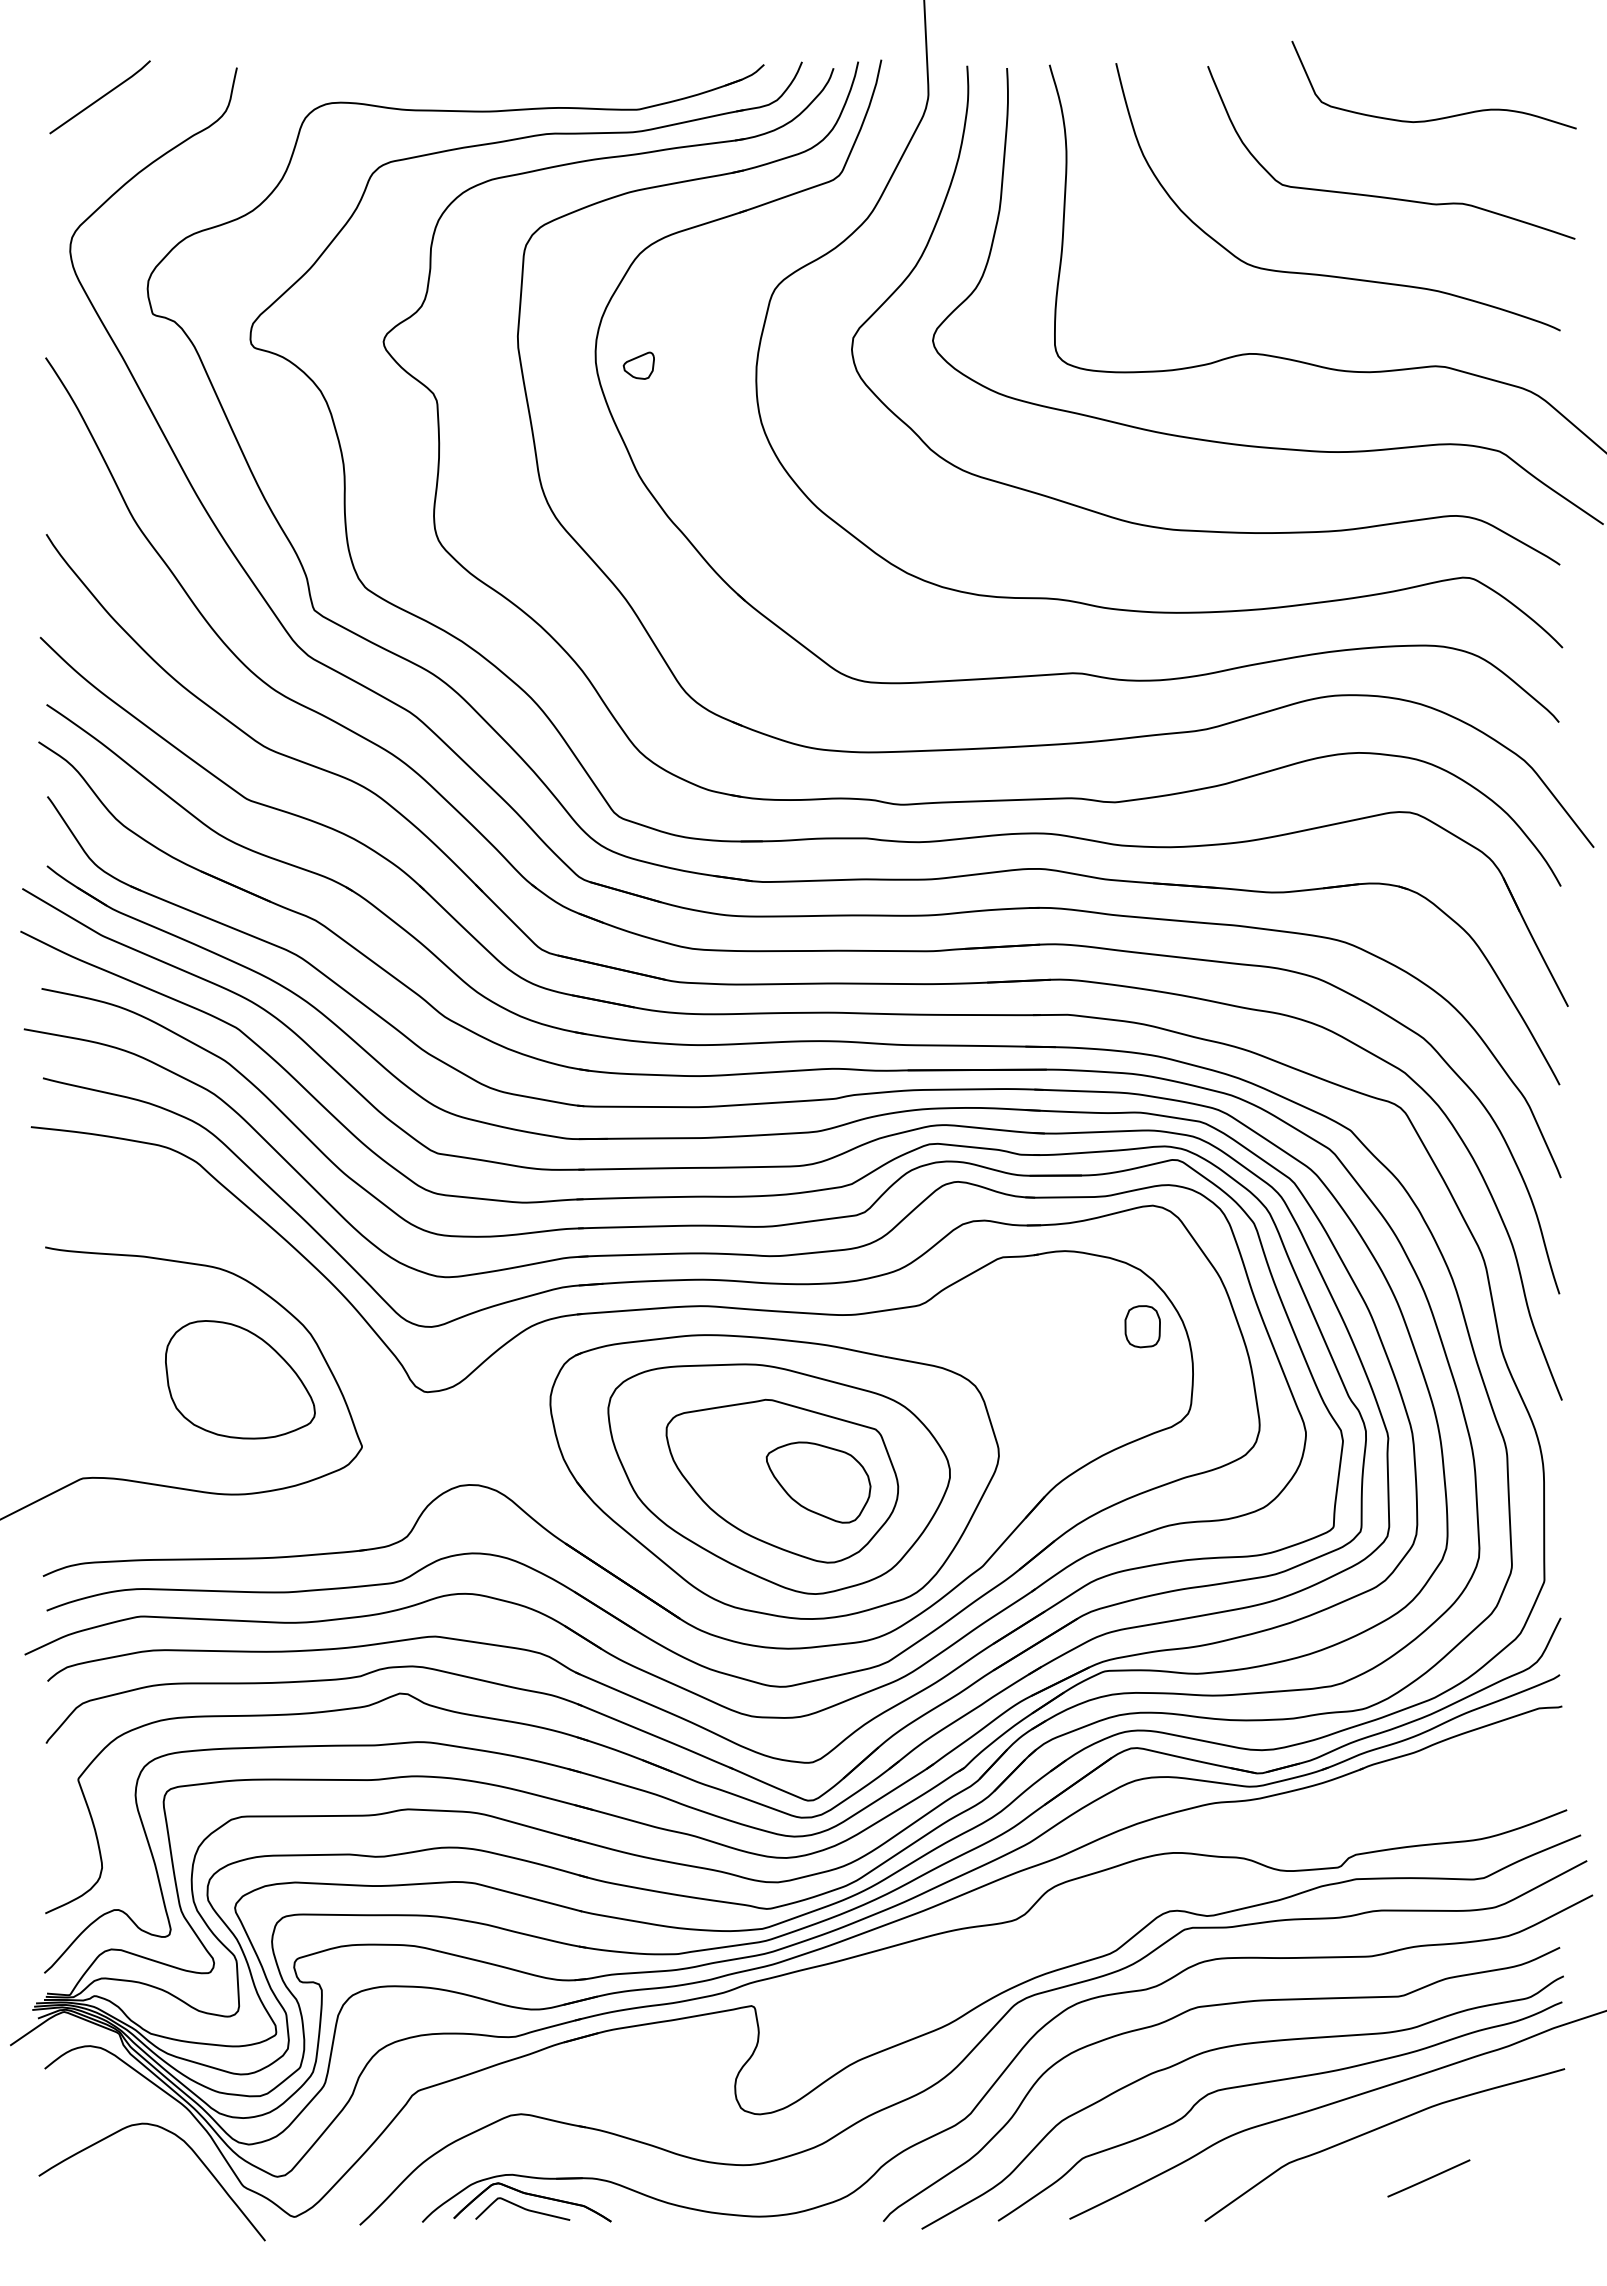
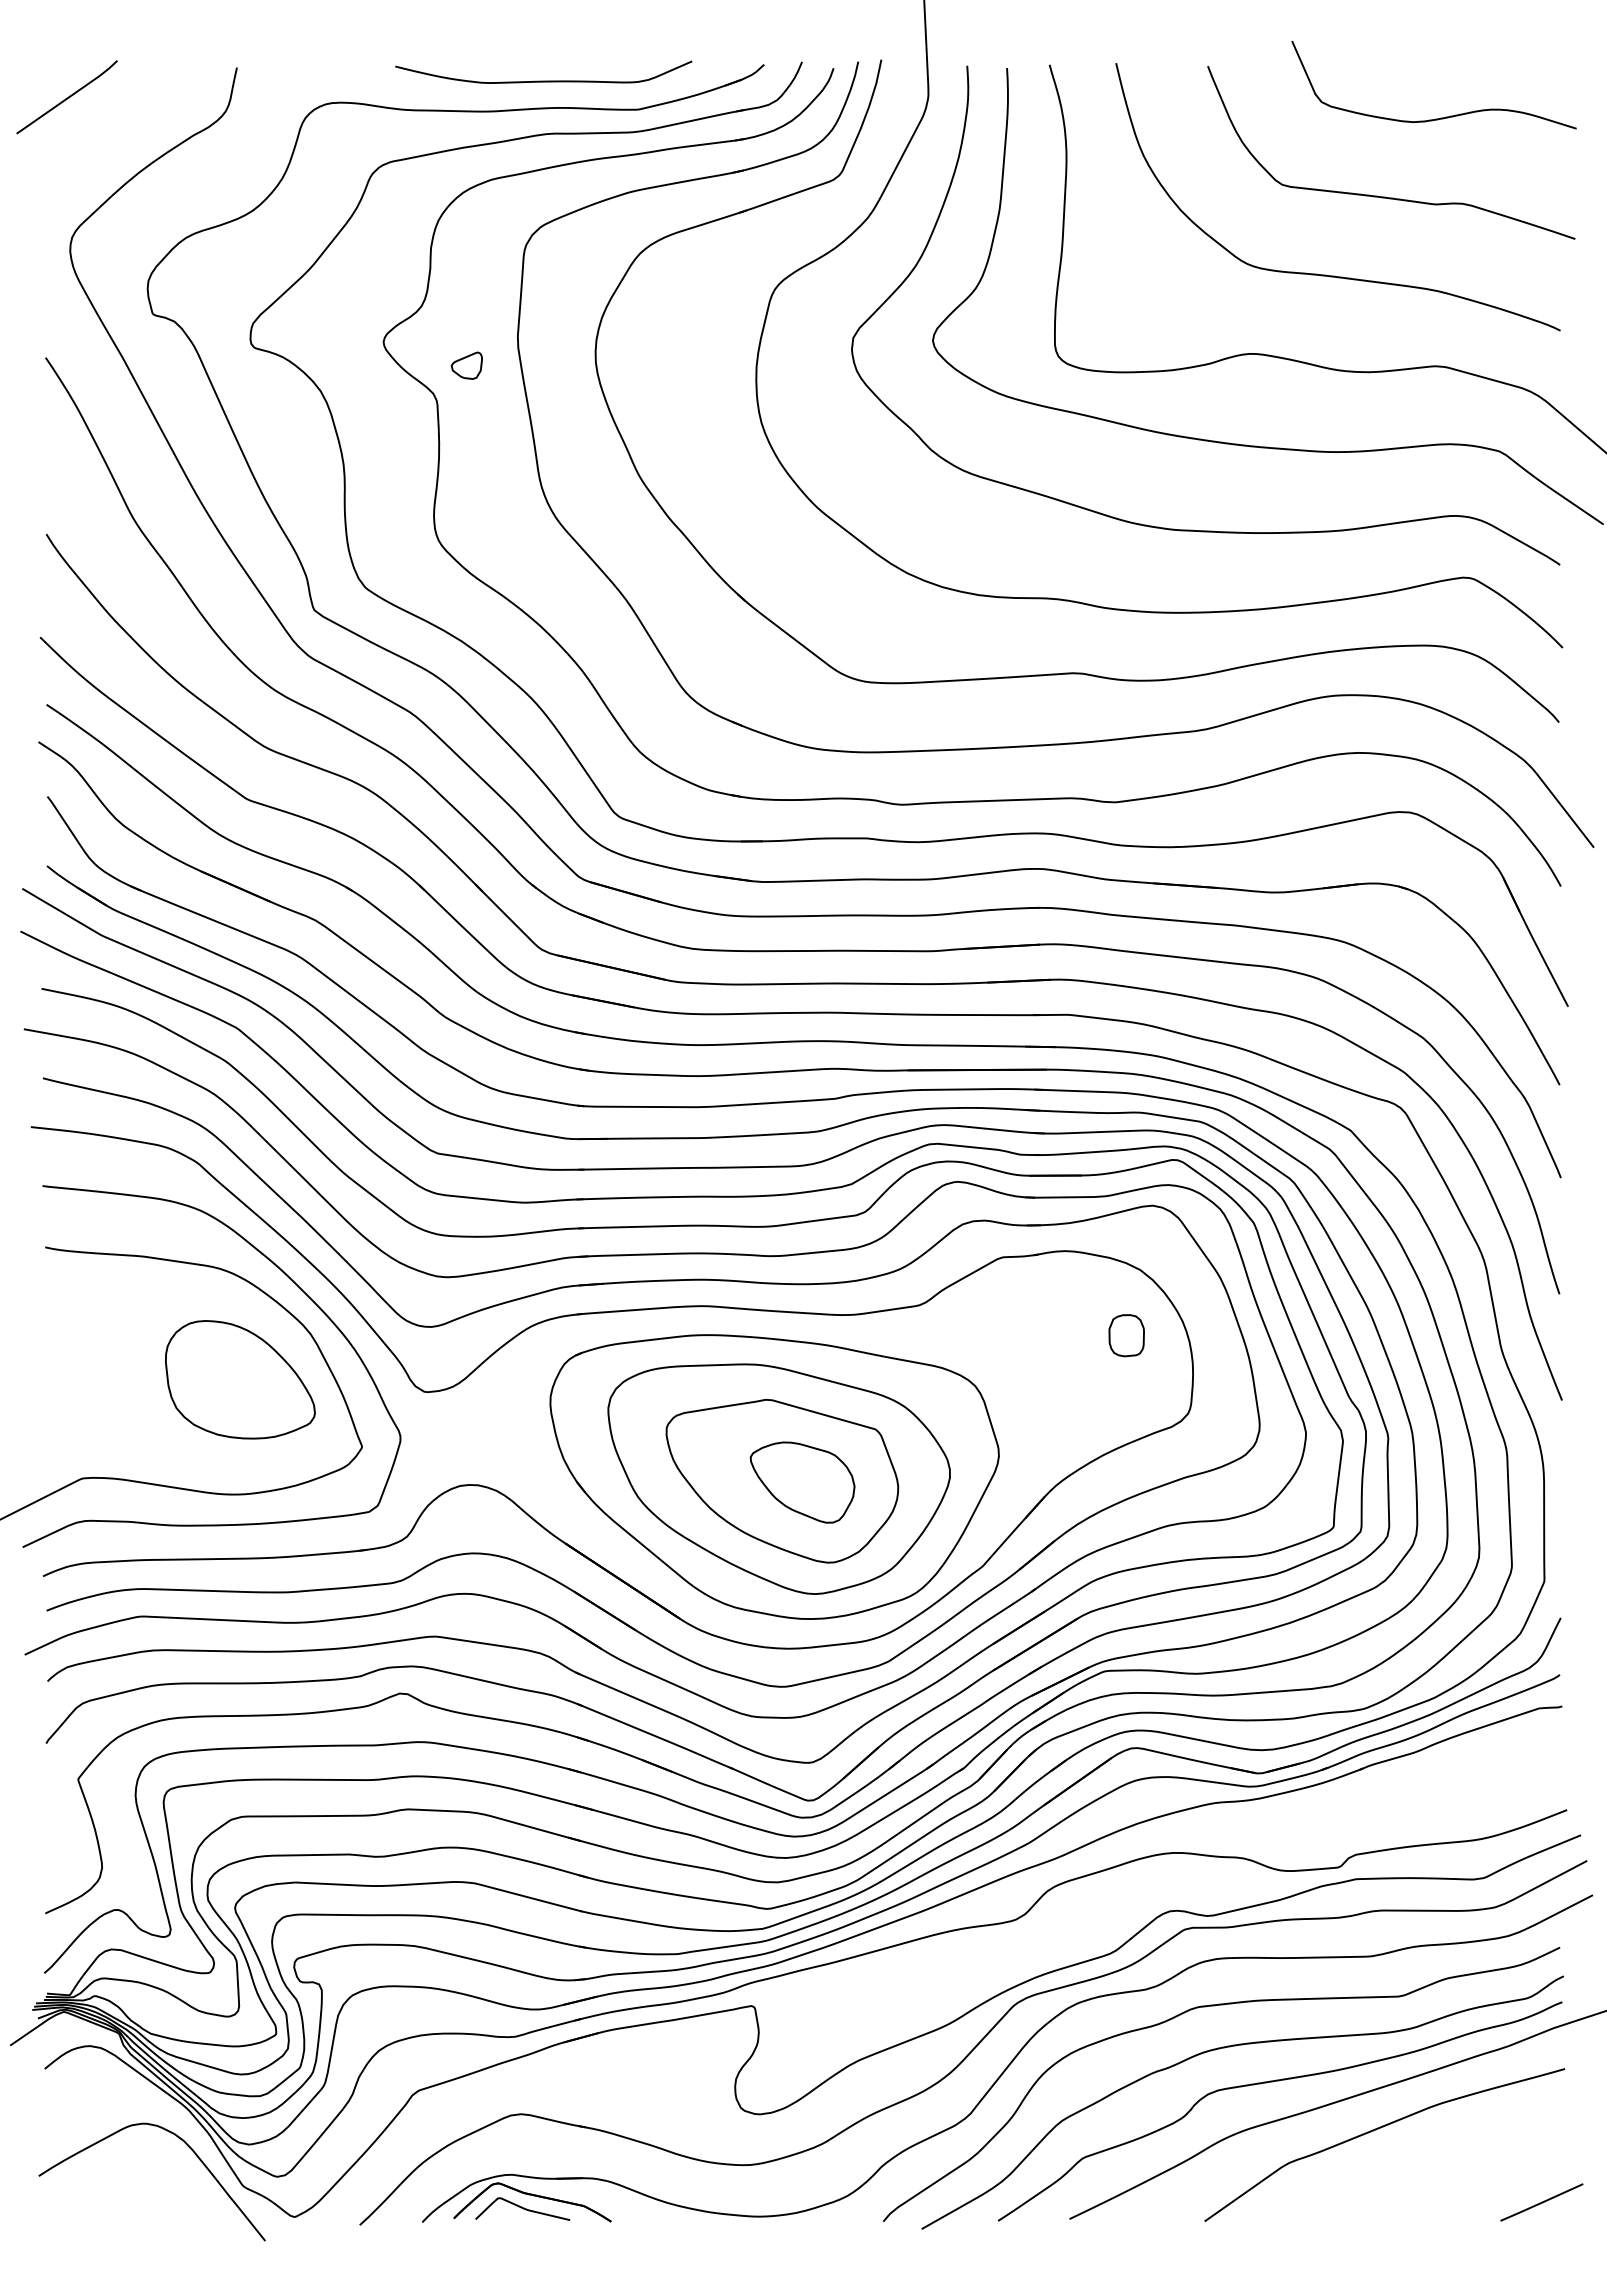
curve at (543, 80): none -> present
line at (99, 97) position: (99, 97) -> (66, 97)
part at (638, 365) position: (638, 365) -> (466, 365)
curve at (289, 1279): none -> present
part at (1142, 1326) position: (1142, 1326) -> (1126, 1335)
part at (818, 1482) position: (818, 1482) -> (802, 1482)
line at (1428, 2178) position: (1428, 2178) -> (1541, 2202)
